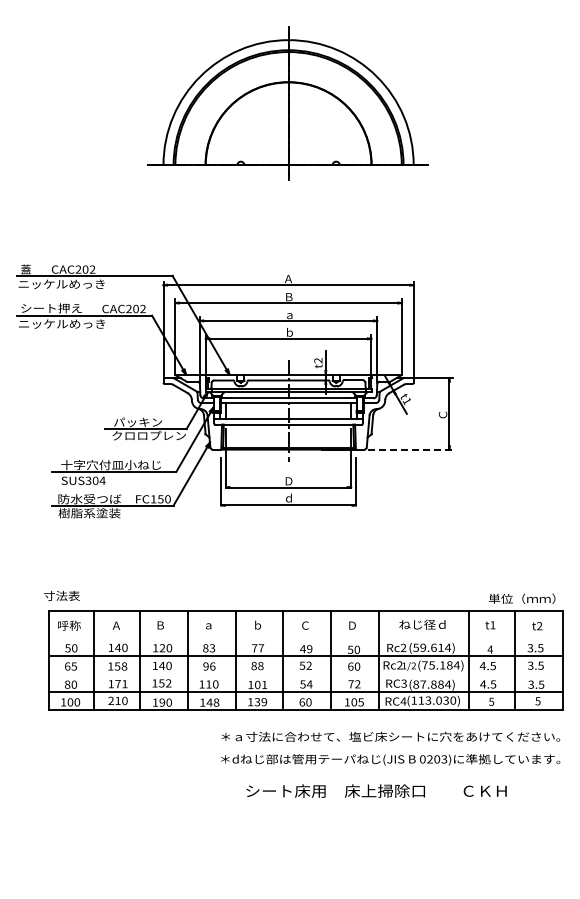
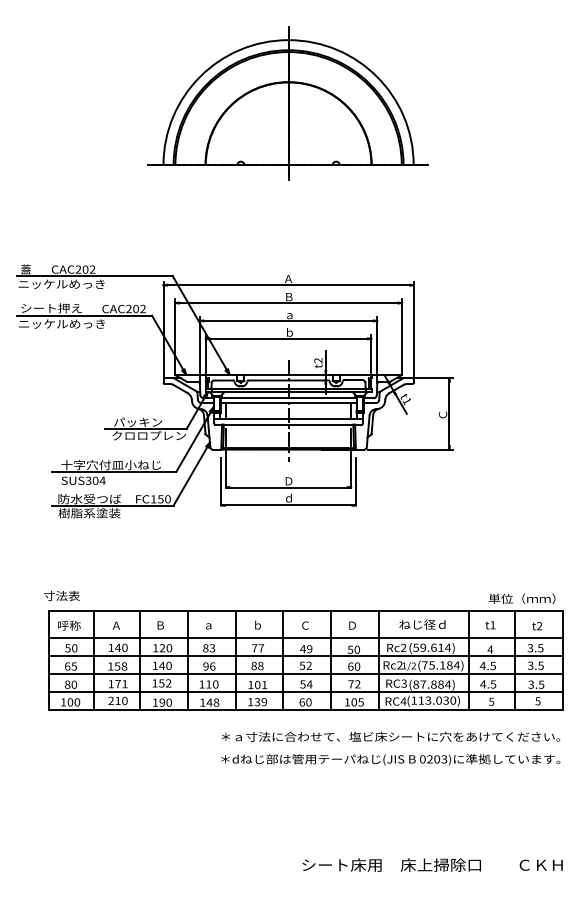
line at (411, 449): dashed -> solid
line at (305, 637): none -> present
line at (305, 673): none -> present
text at (376, 790) position: (376, 790) -> (432, 864)
